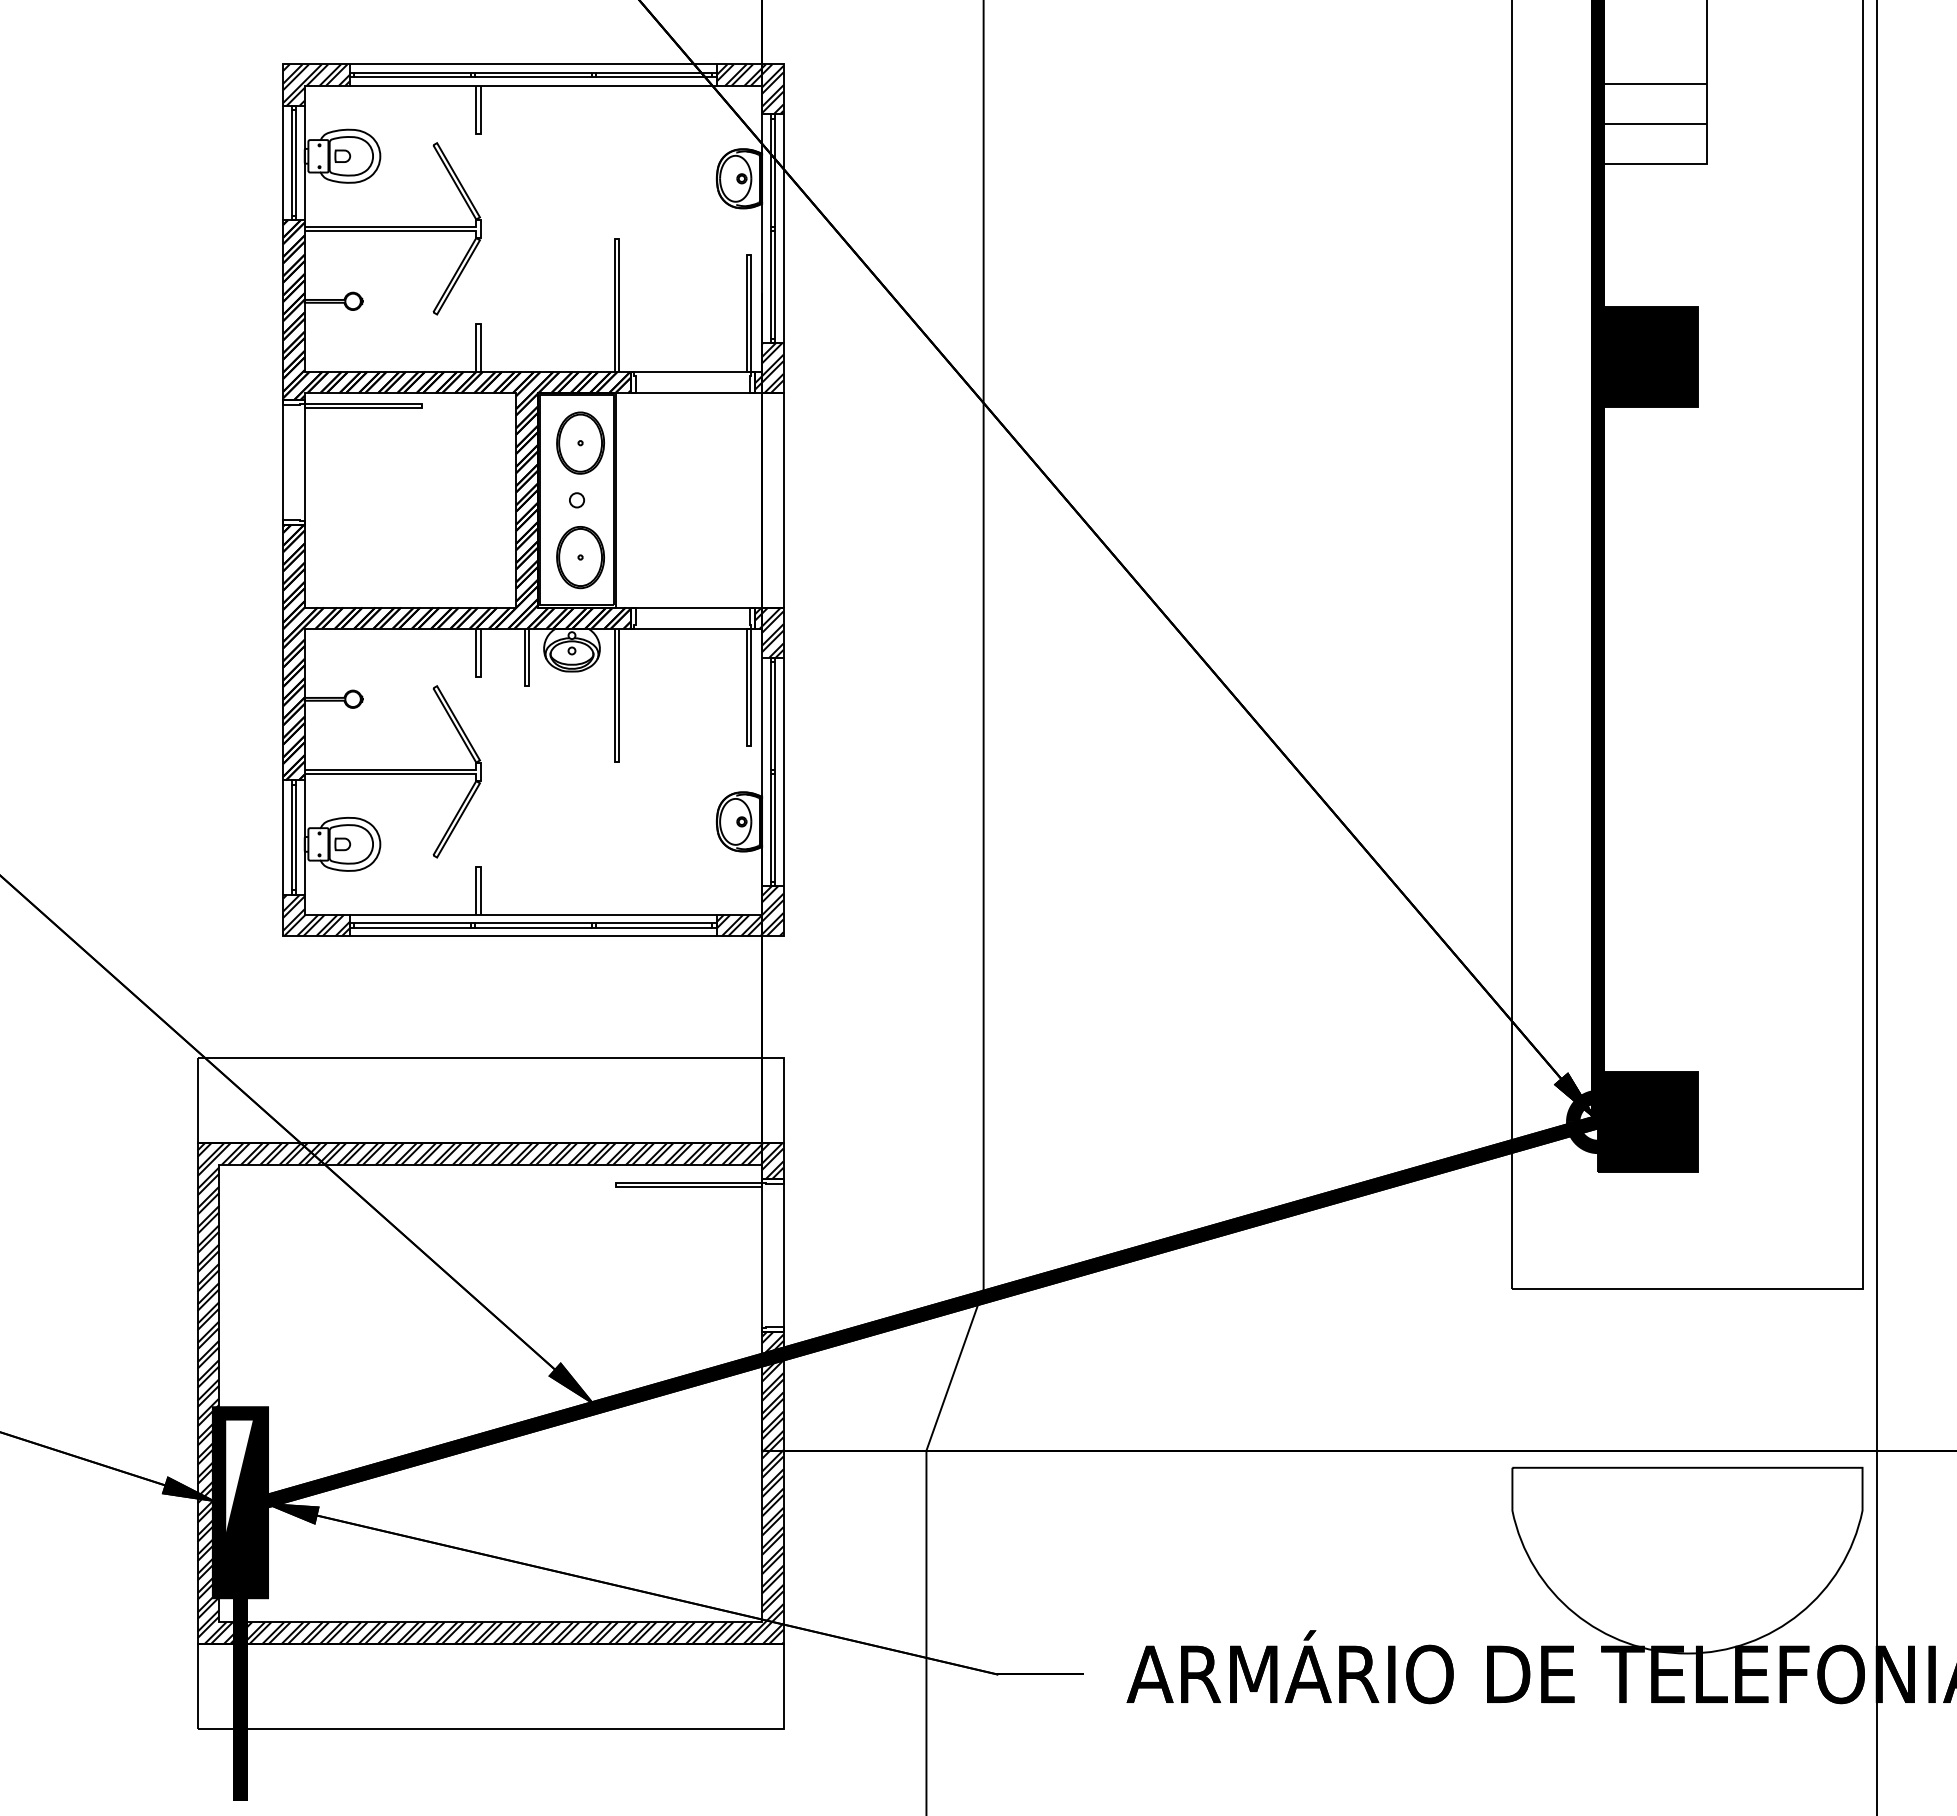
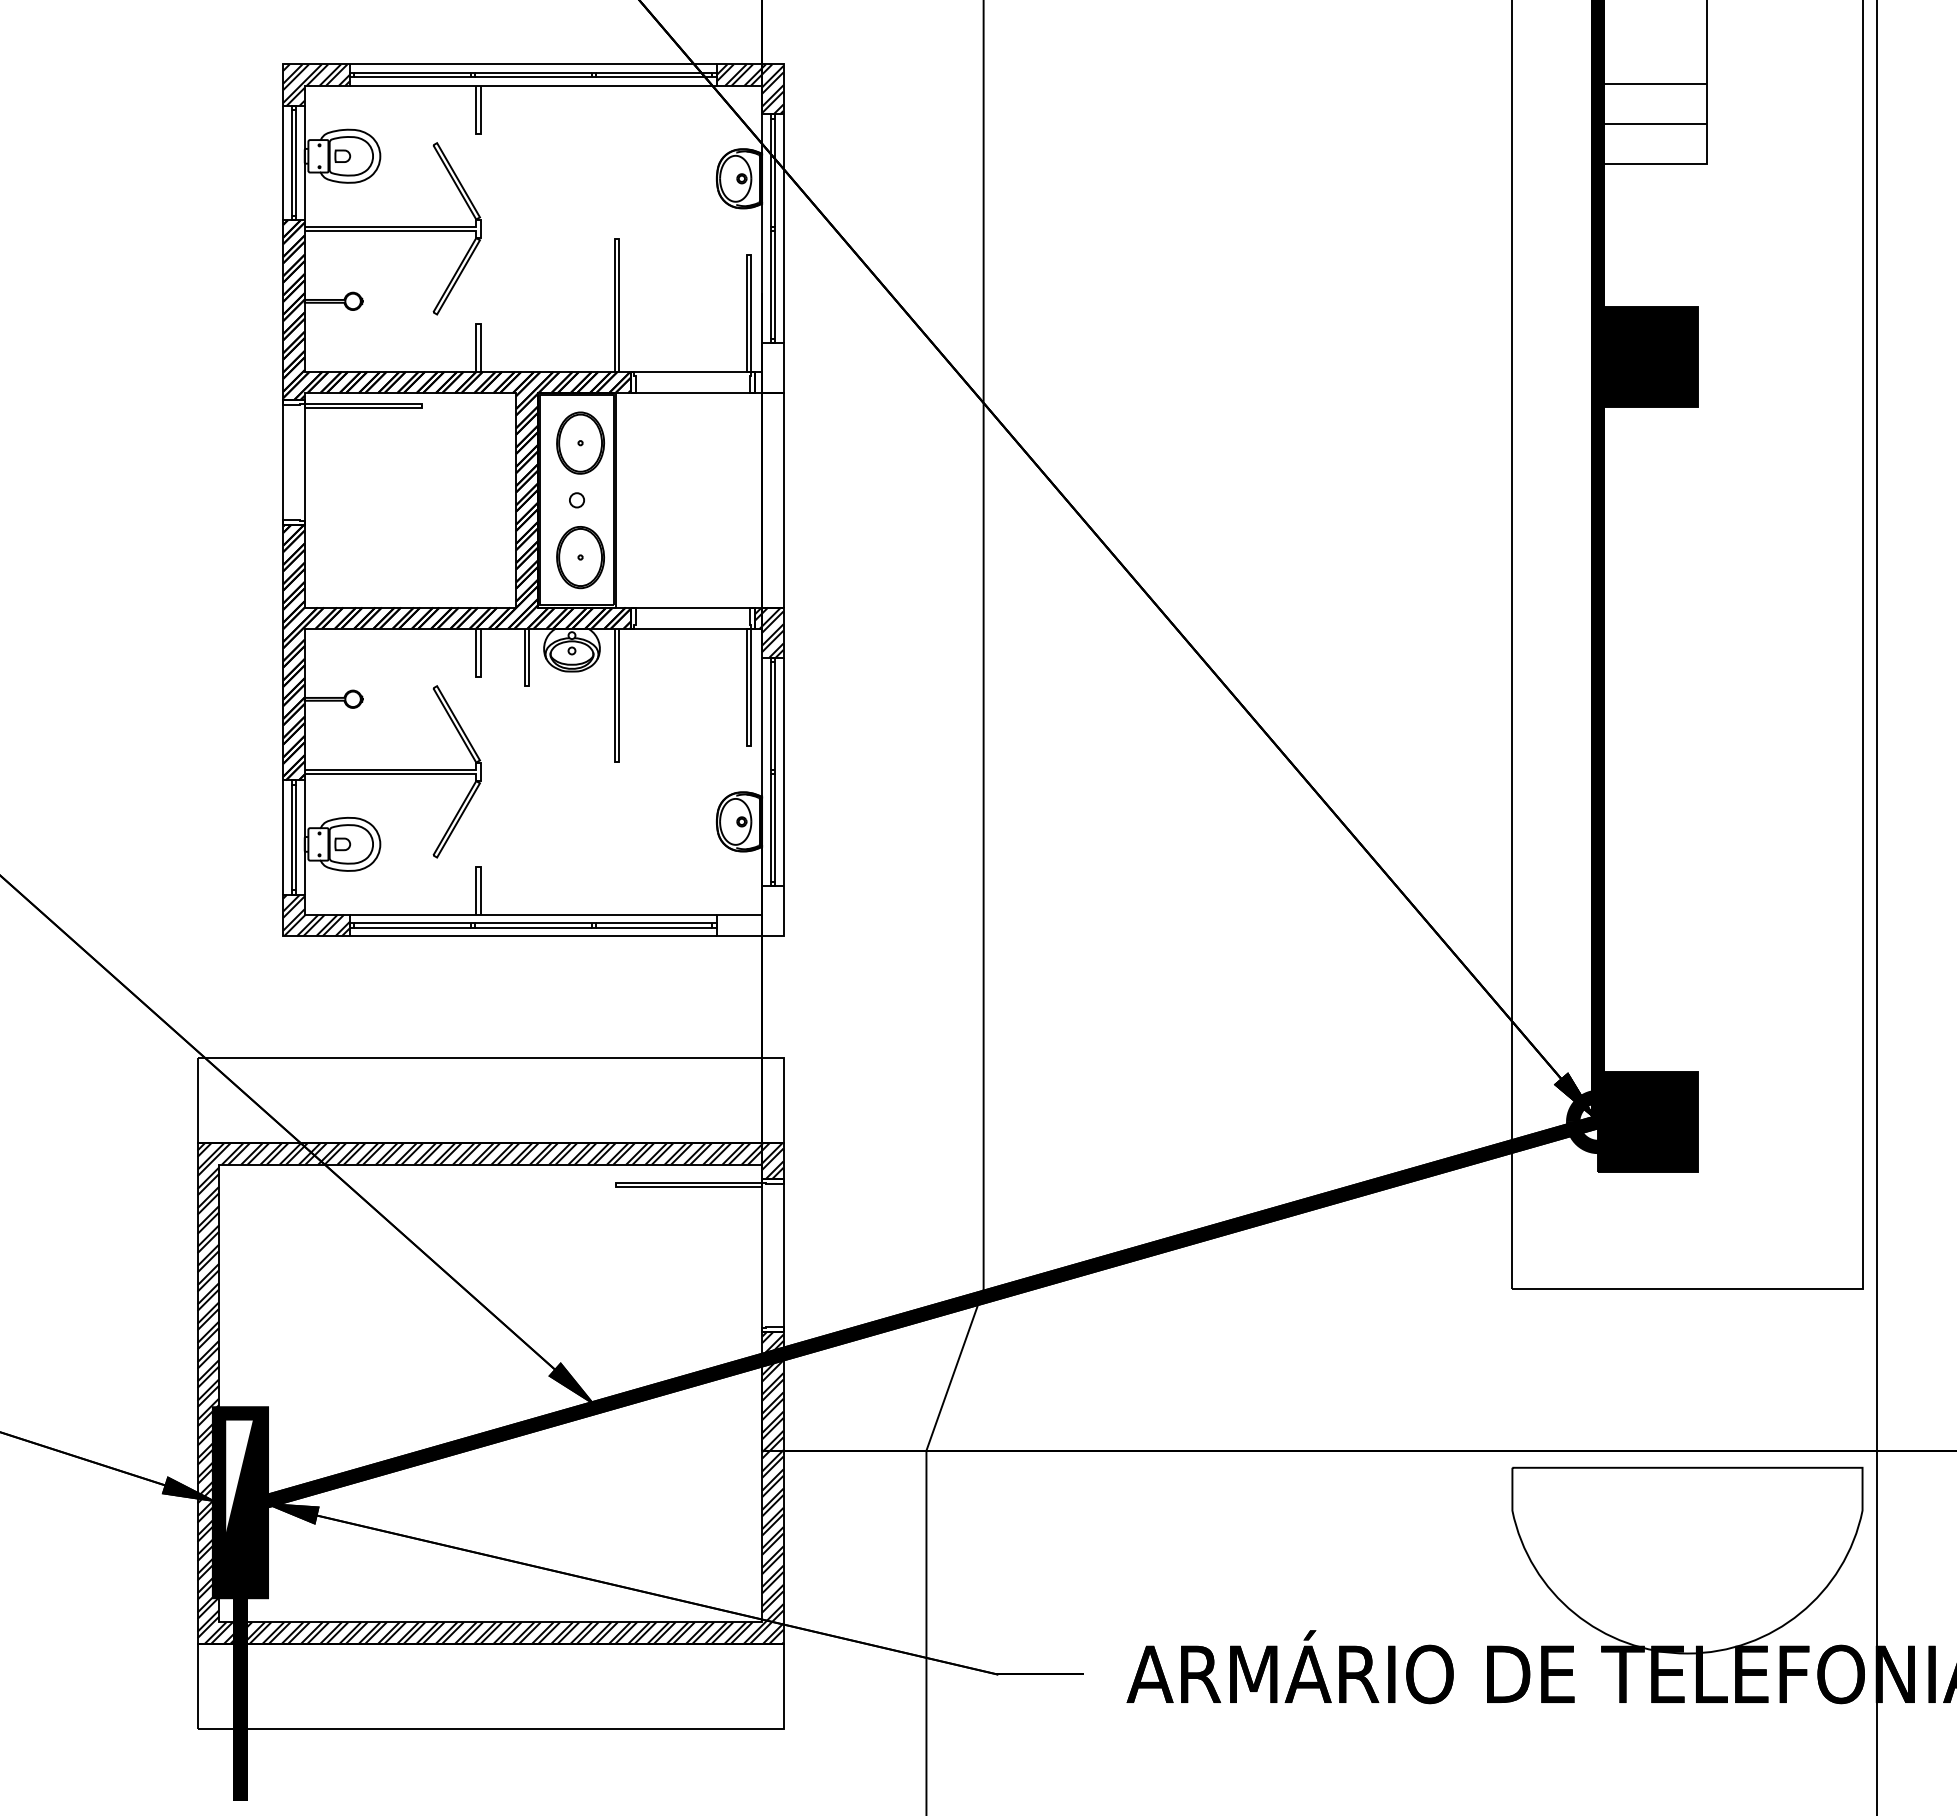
hatch at (768, 368): present -> none
hatch at (749, 911): present -> none
